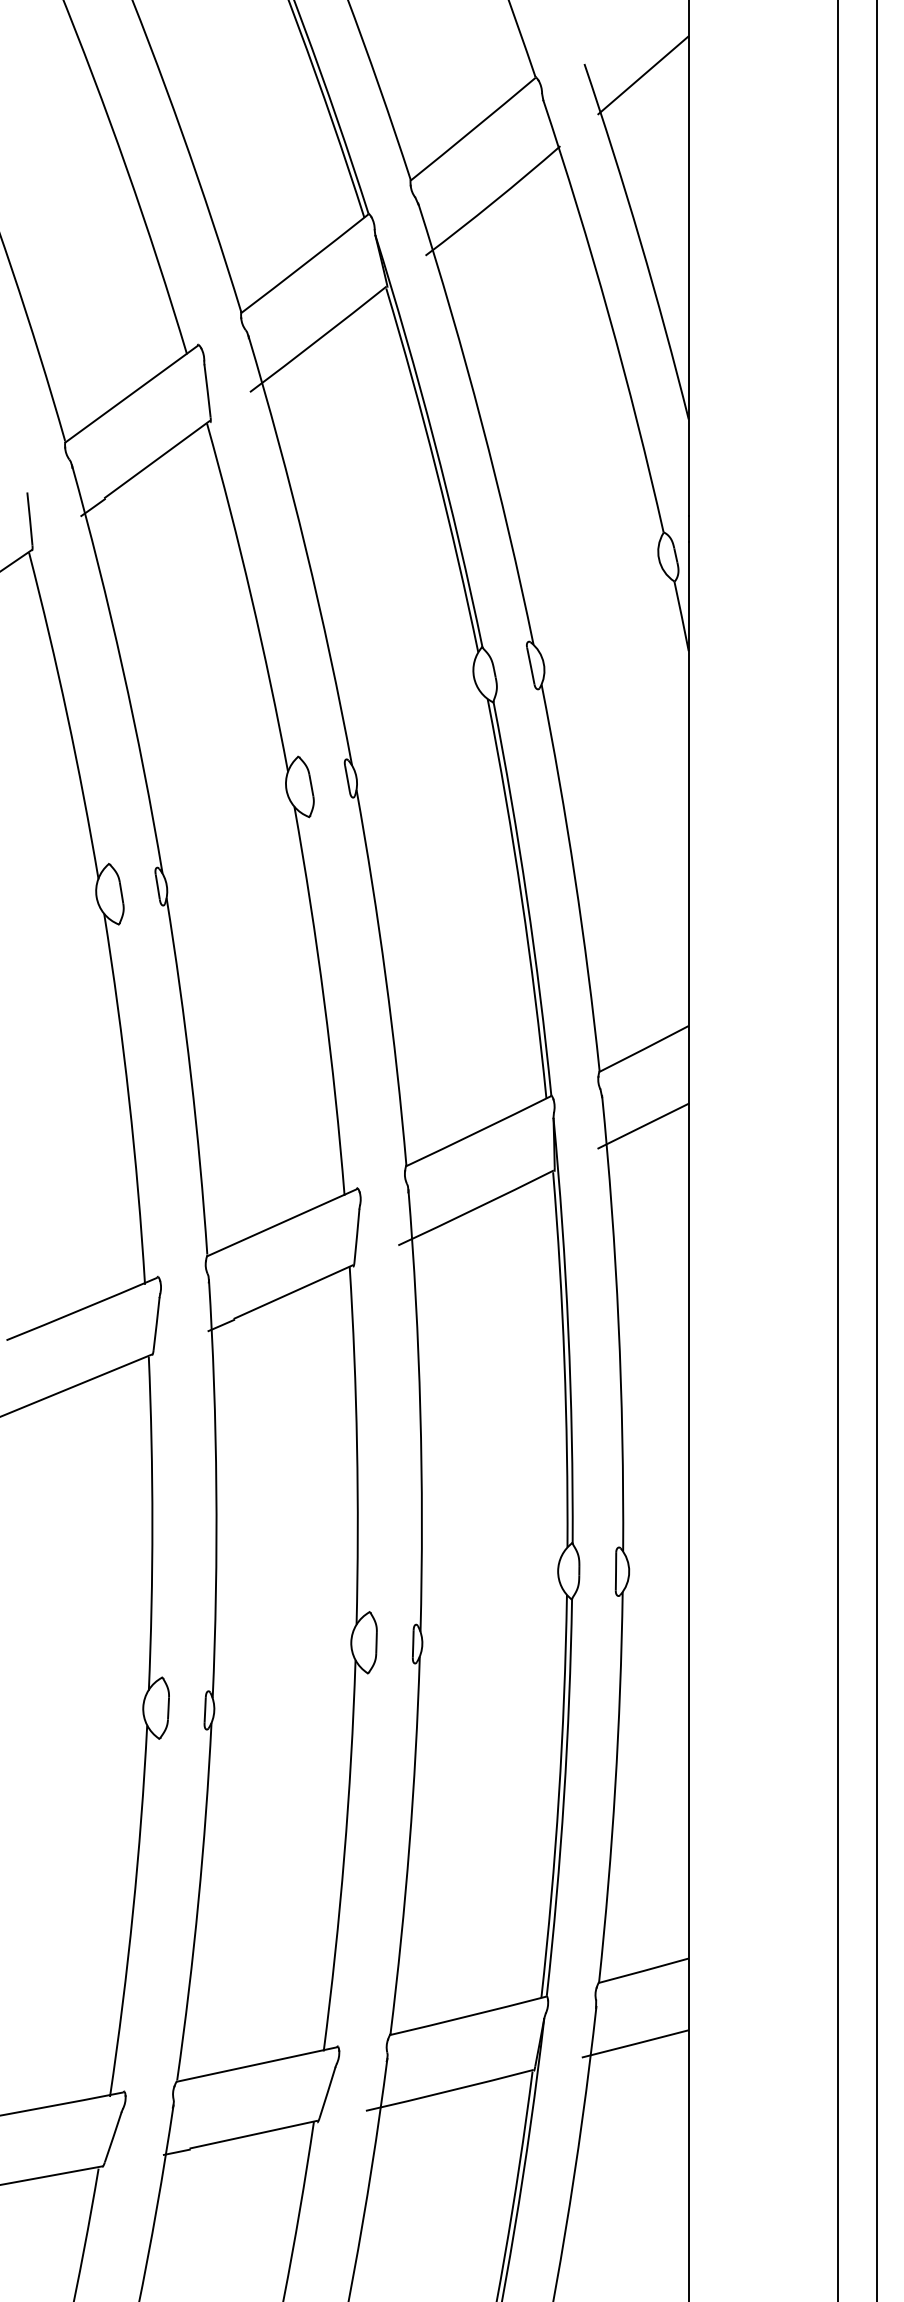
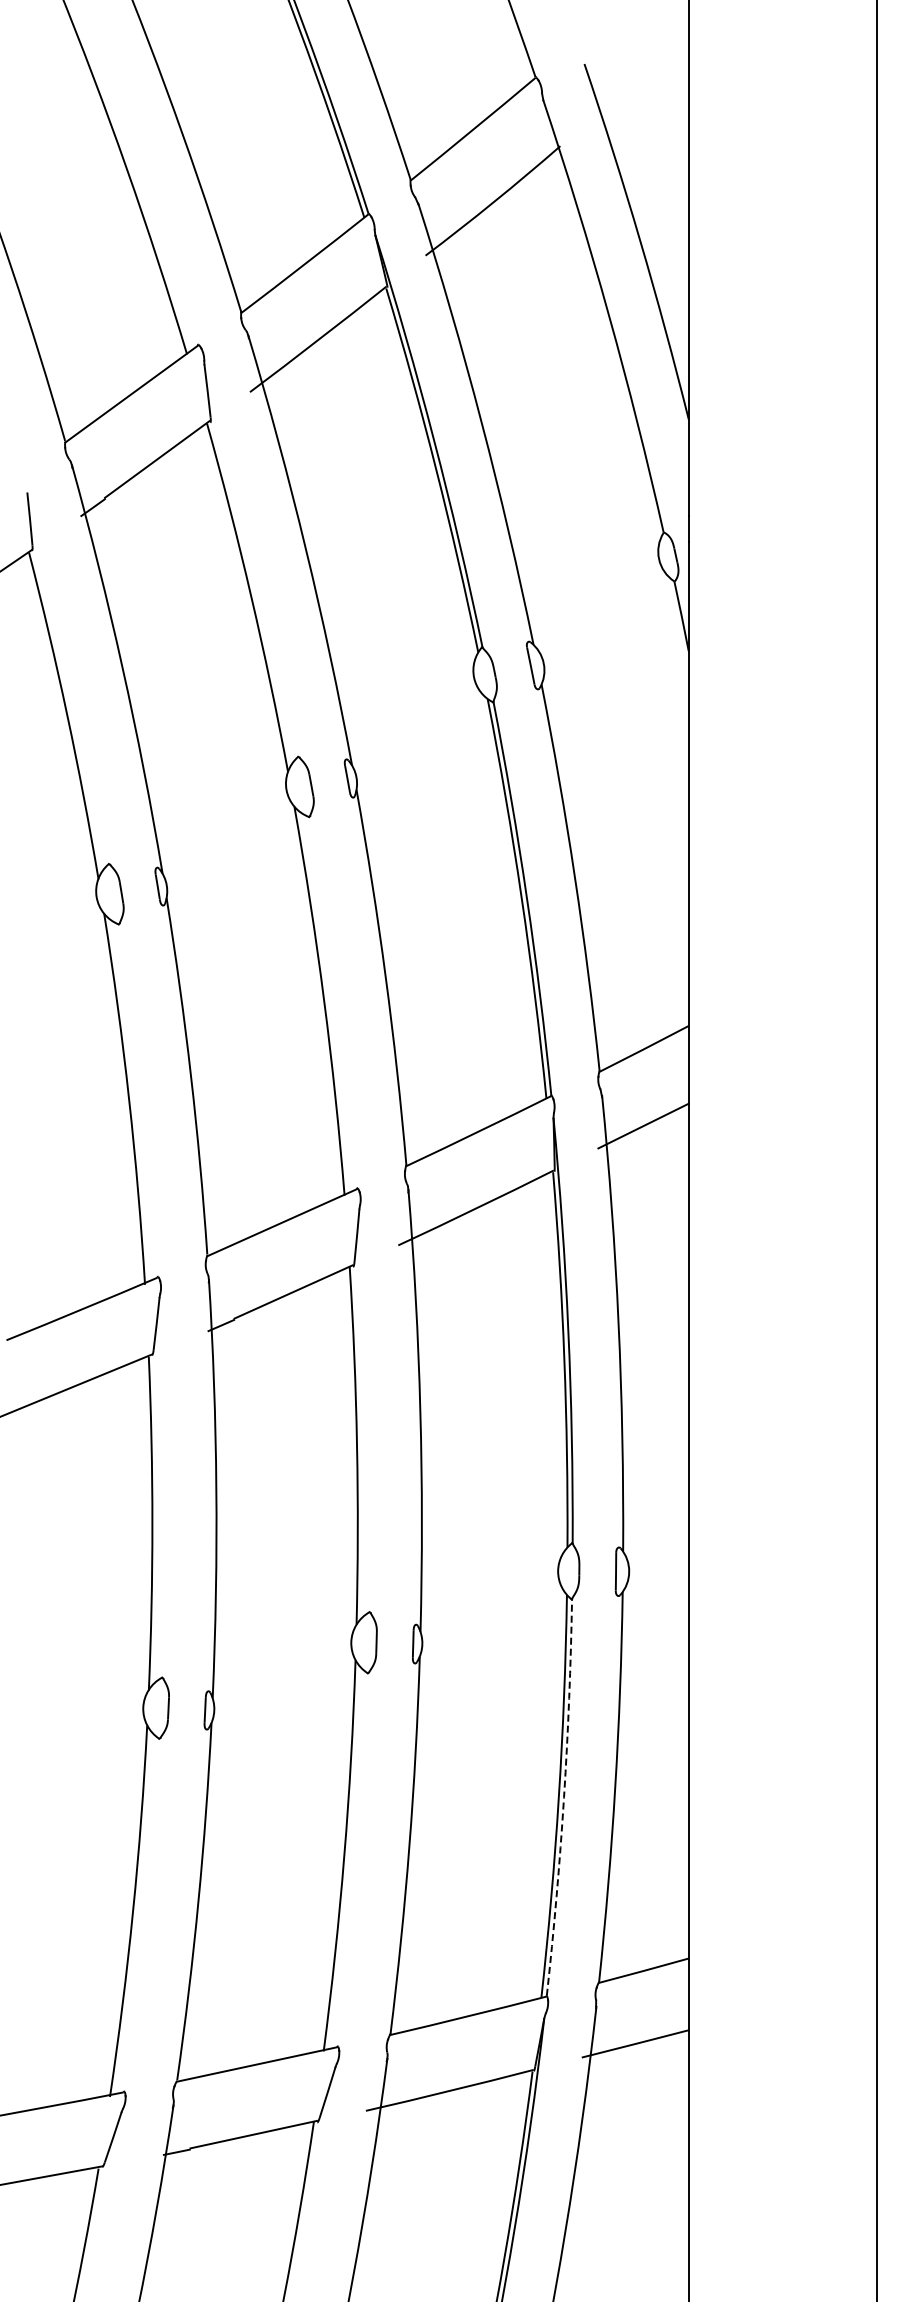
line at (643, 75): present -> none
line at (837, 1150): present -> none
arc at (564, 1797): solid -> dashed
